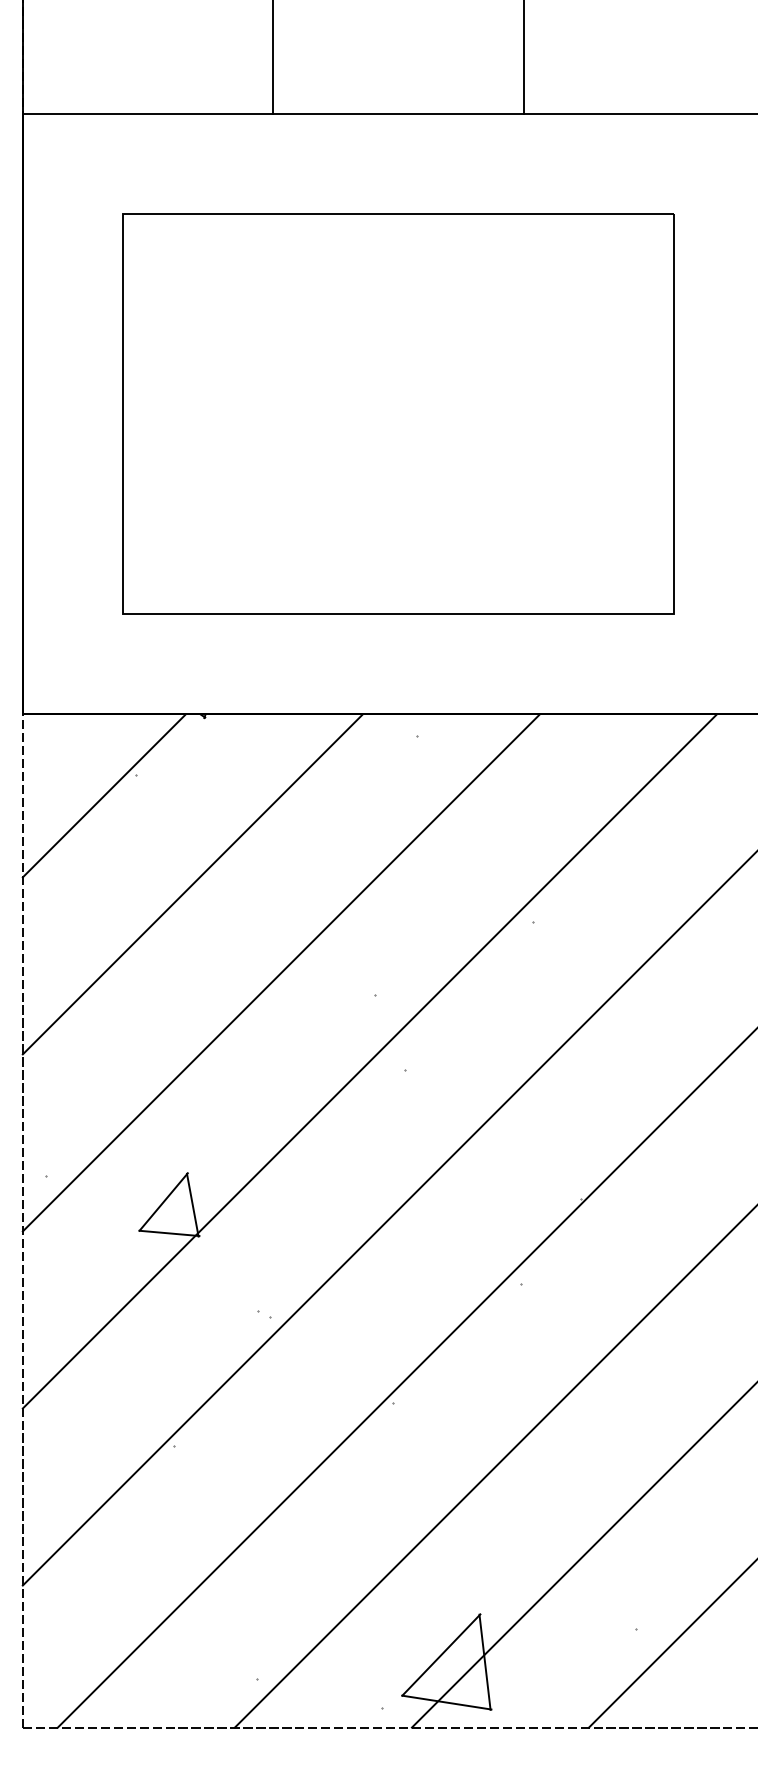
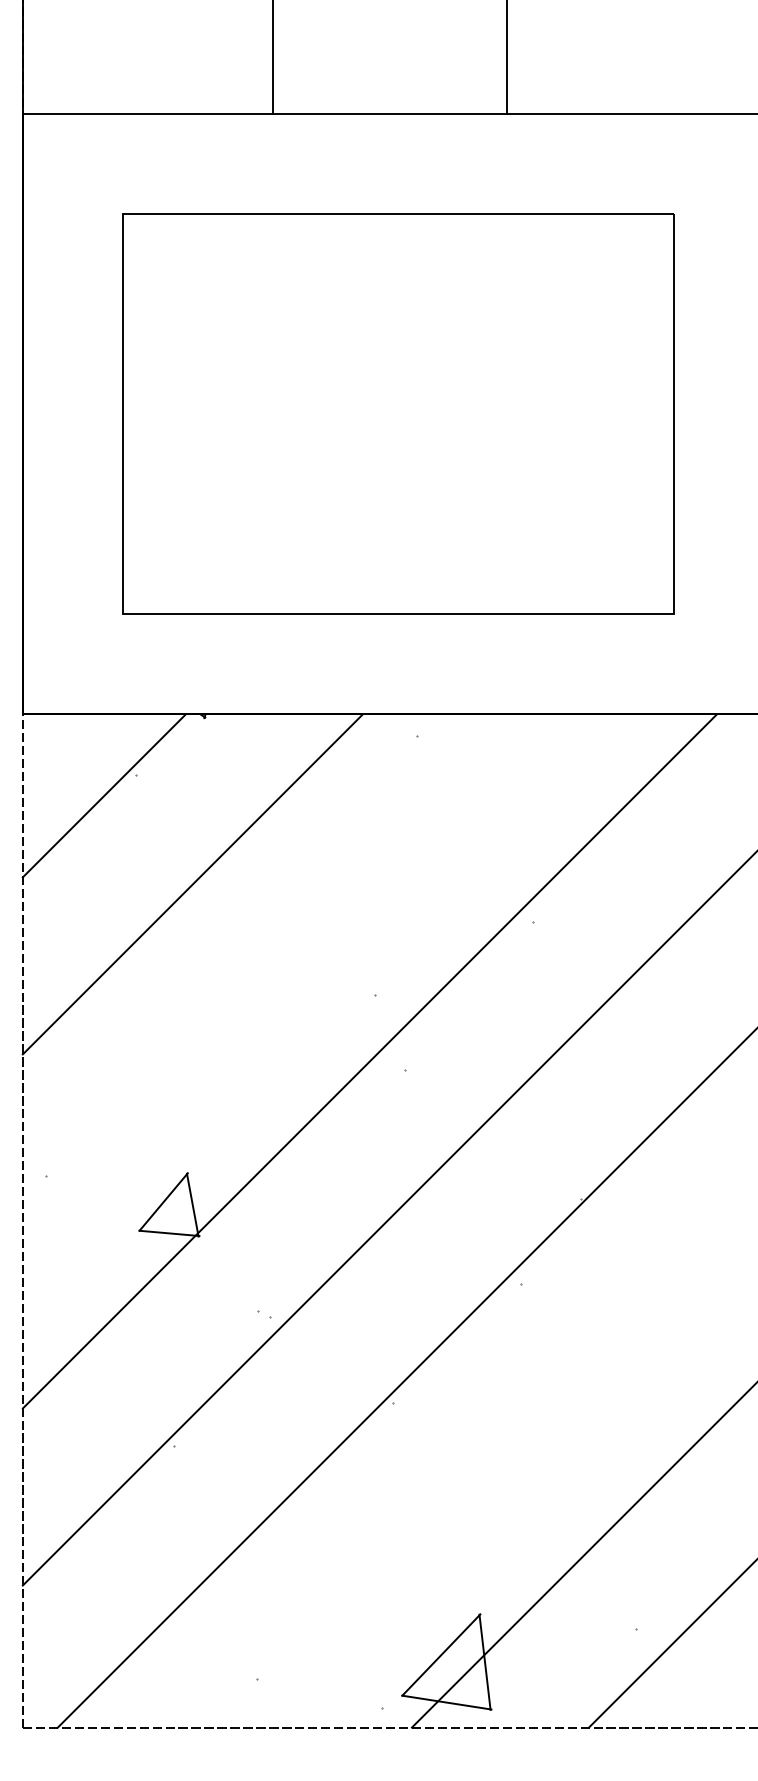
line at (523, 57) position: (523, 57) -> (506, 57)
line at (280, 972): present -> none
line at (494, 1467): present -> none
